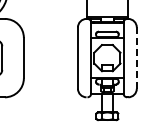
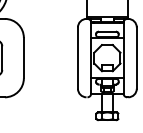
line at (136, 58): dashed -> solid
